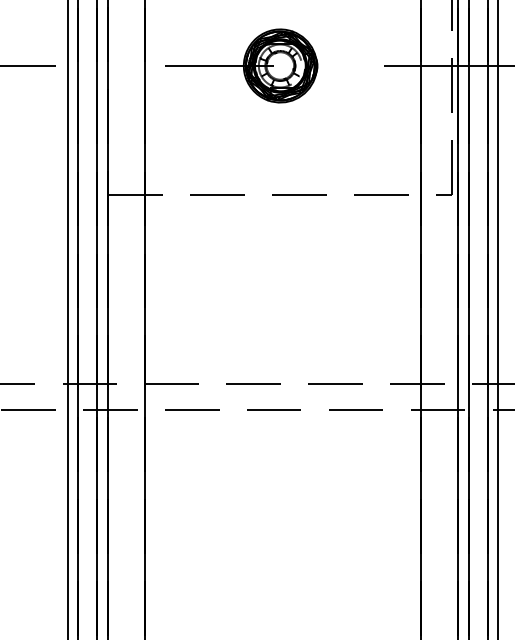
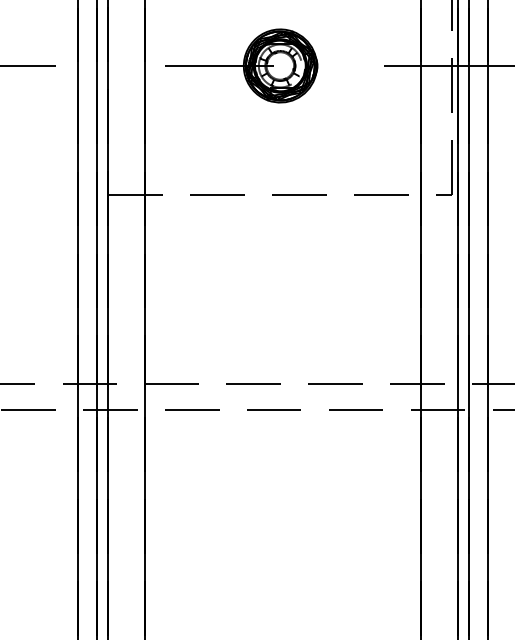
line at (68, 319): present -> none
line at (498, 319): present -> none
